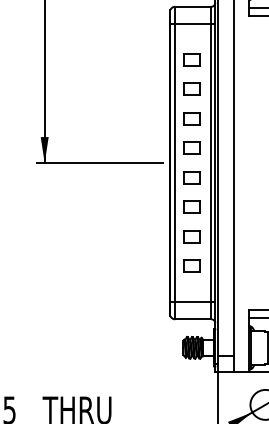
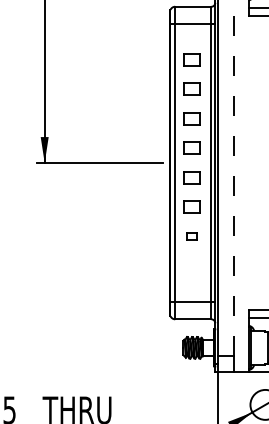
line at (234, 178): solid -> dashed
part at (191, 236) size: 18x14 px -> 12x9 px
part at (191, 265): present -> none
